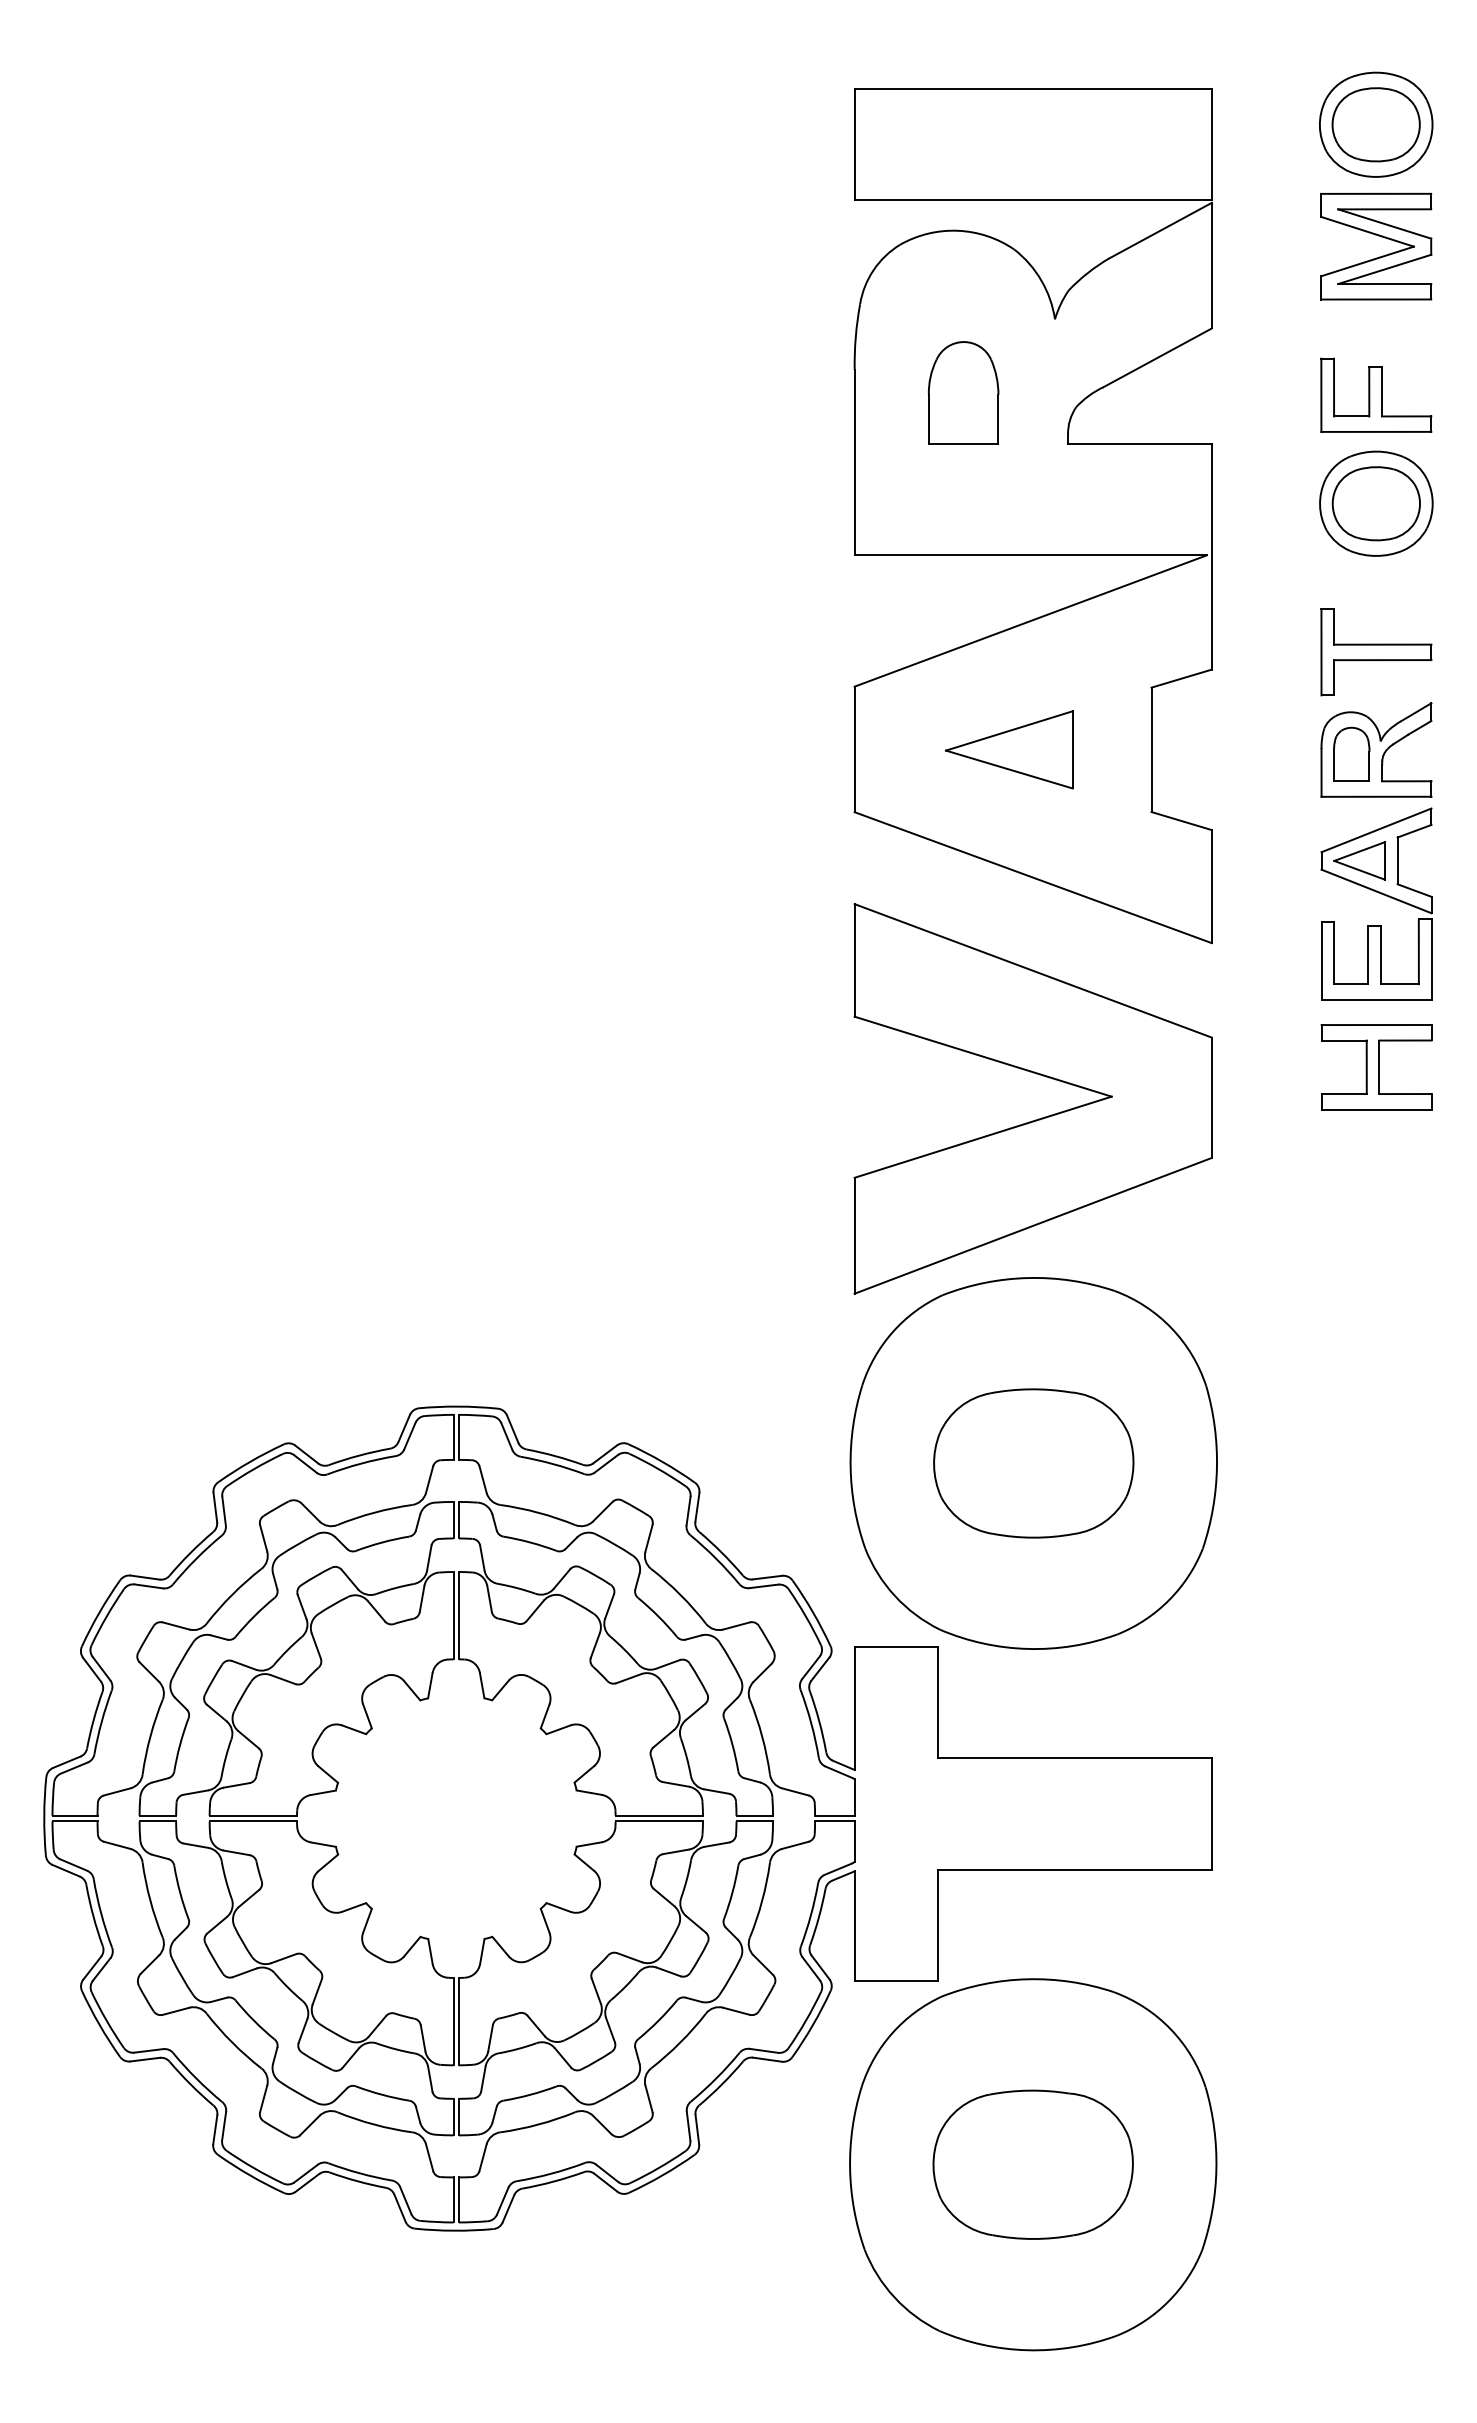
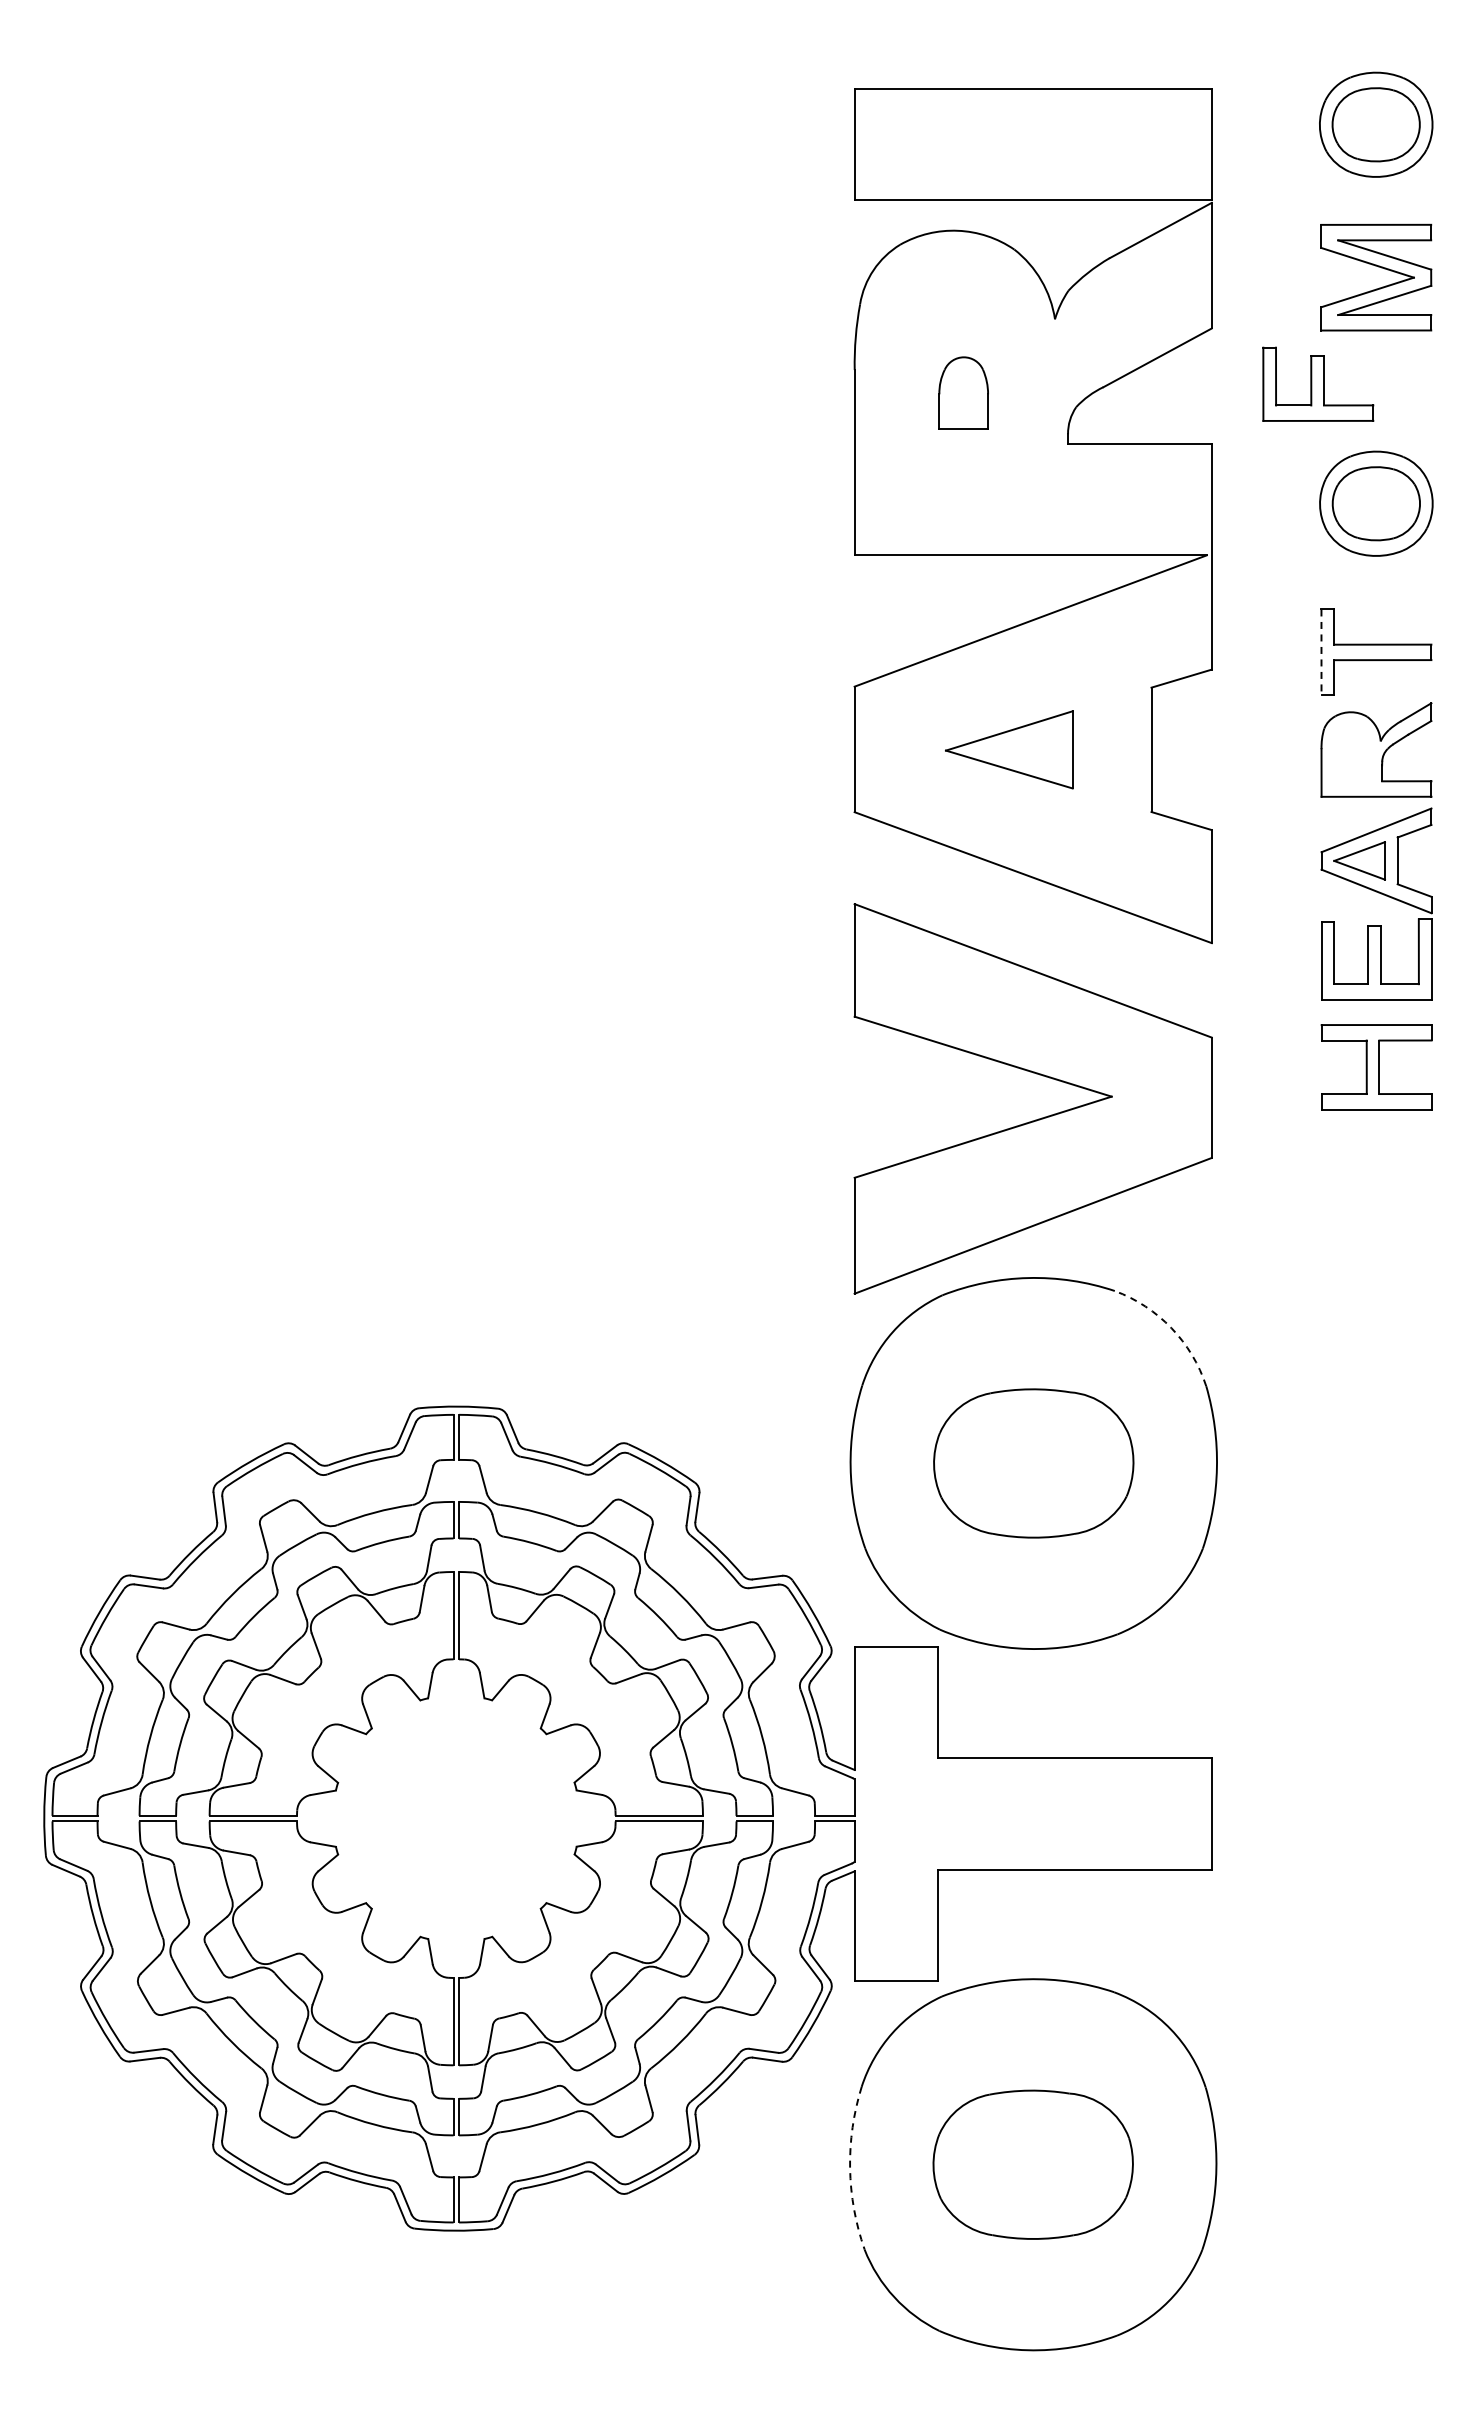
part at (1378, 236) position: (1378, 236) -> (1378, 267)
part at (963, 392) size: 72x104 px -> 51x74 px
part at (1376, 394) position: (1376, 394) -> (1318, 383)
line at (1321, 652): solid -> dashed
part at (1351, 753): present -> none
arc at (1171, 1328): solid -> dashed
arc at (850, 2168): solid -> dashed
